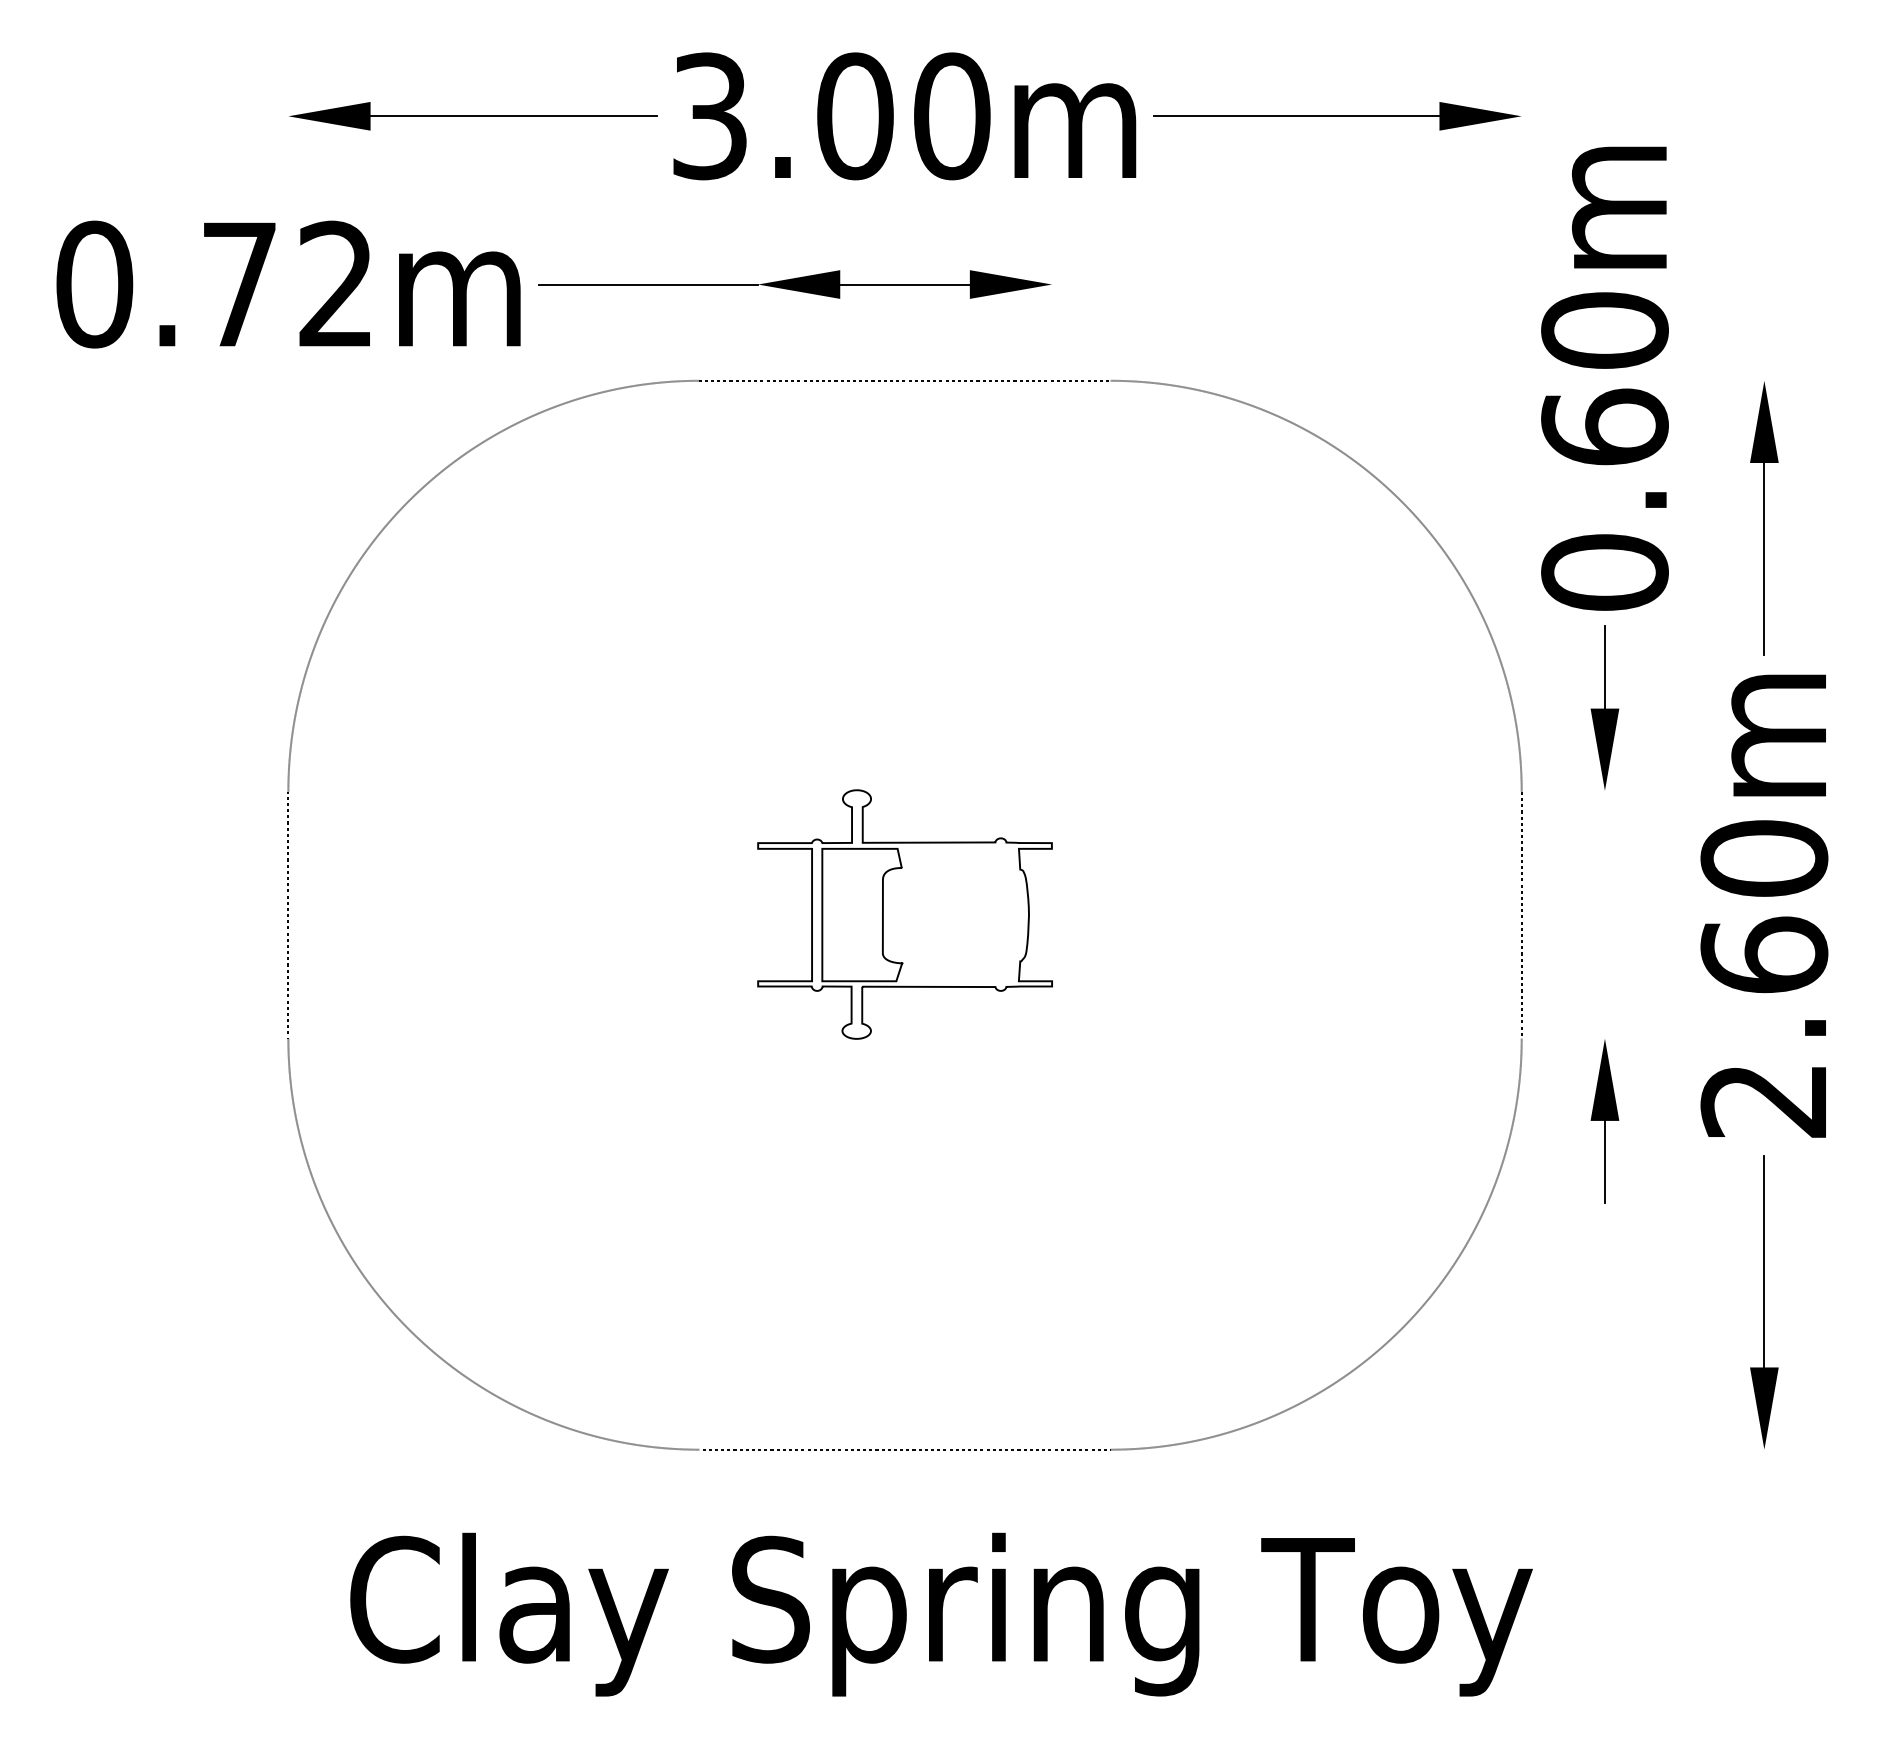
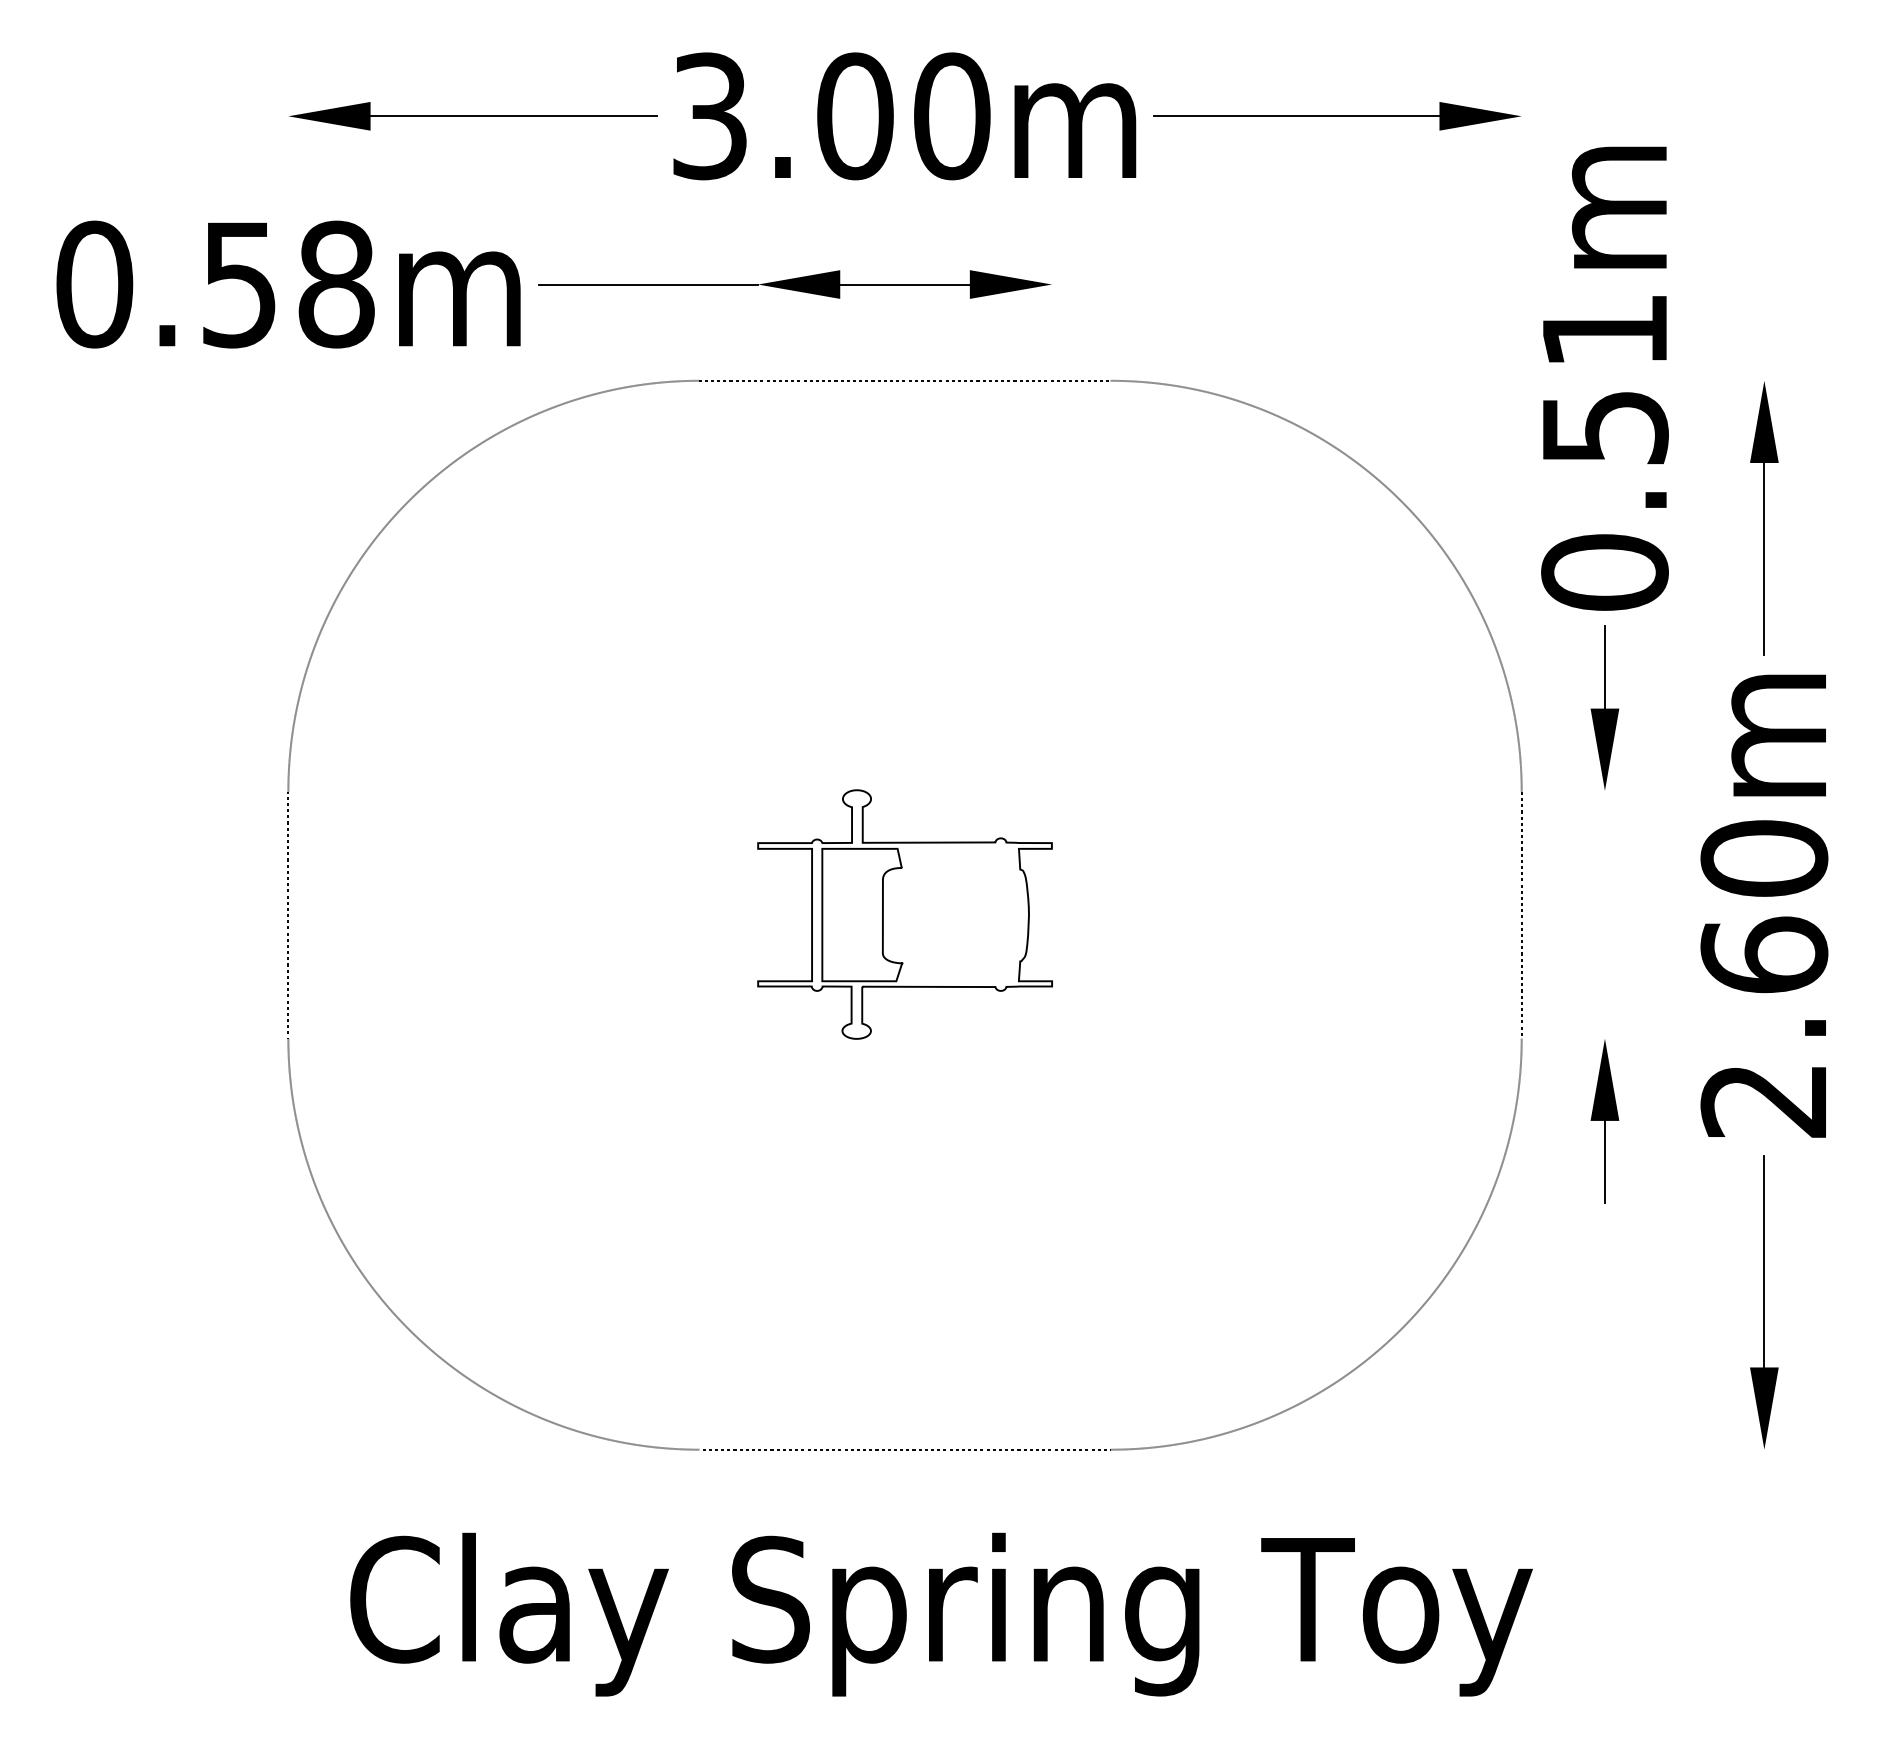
text at (288, 284): 0.72m -> 0.58m
text at (1604, 378): 0.60m -> 0.51m
